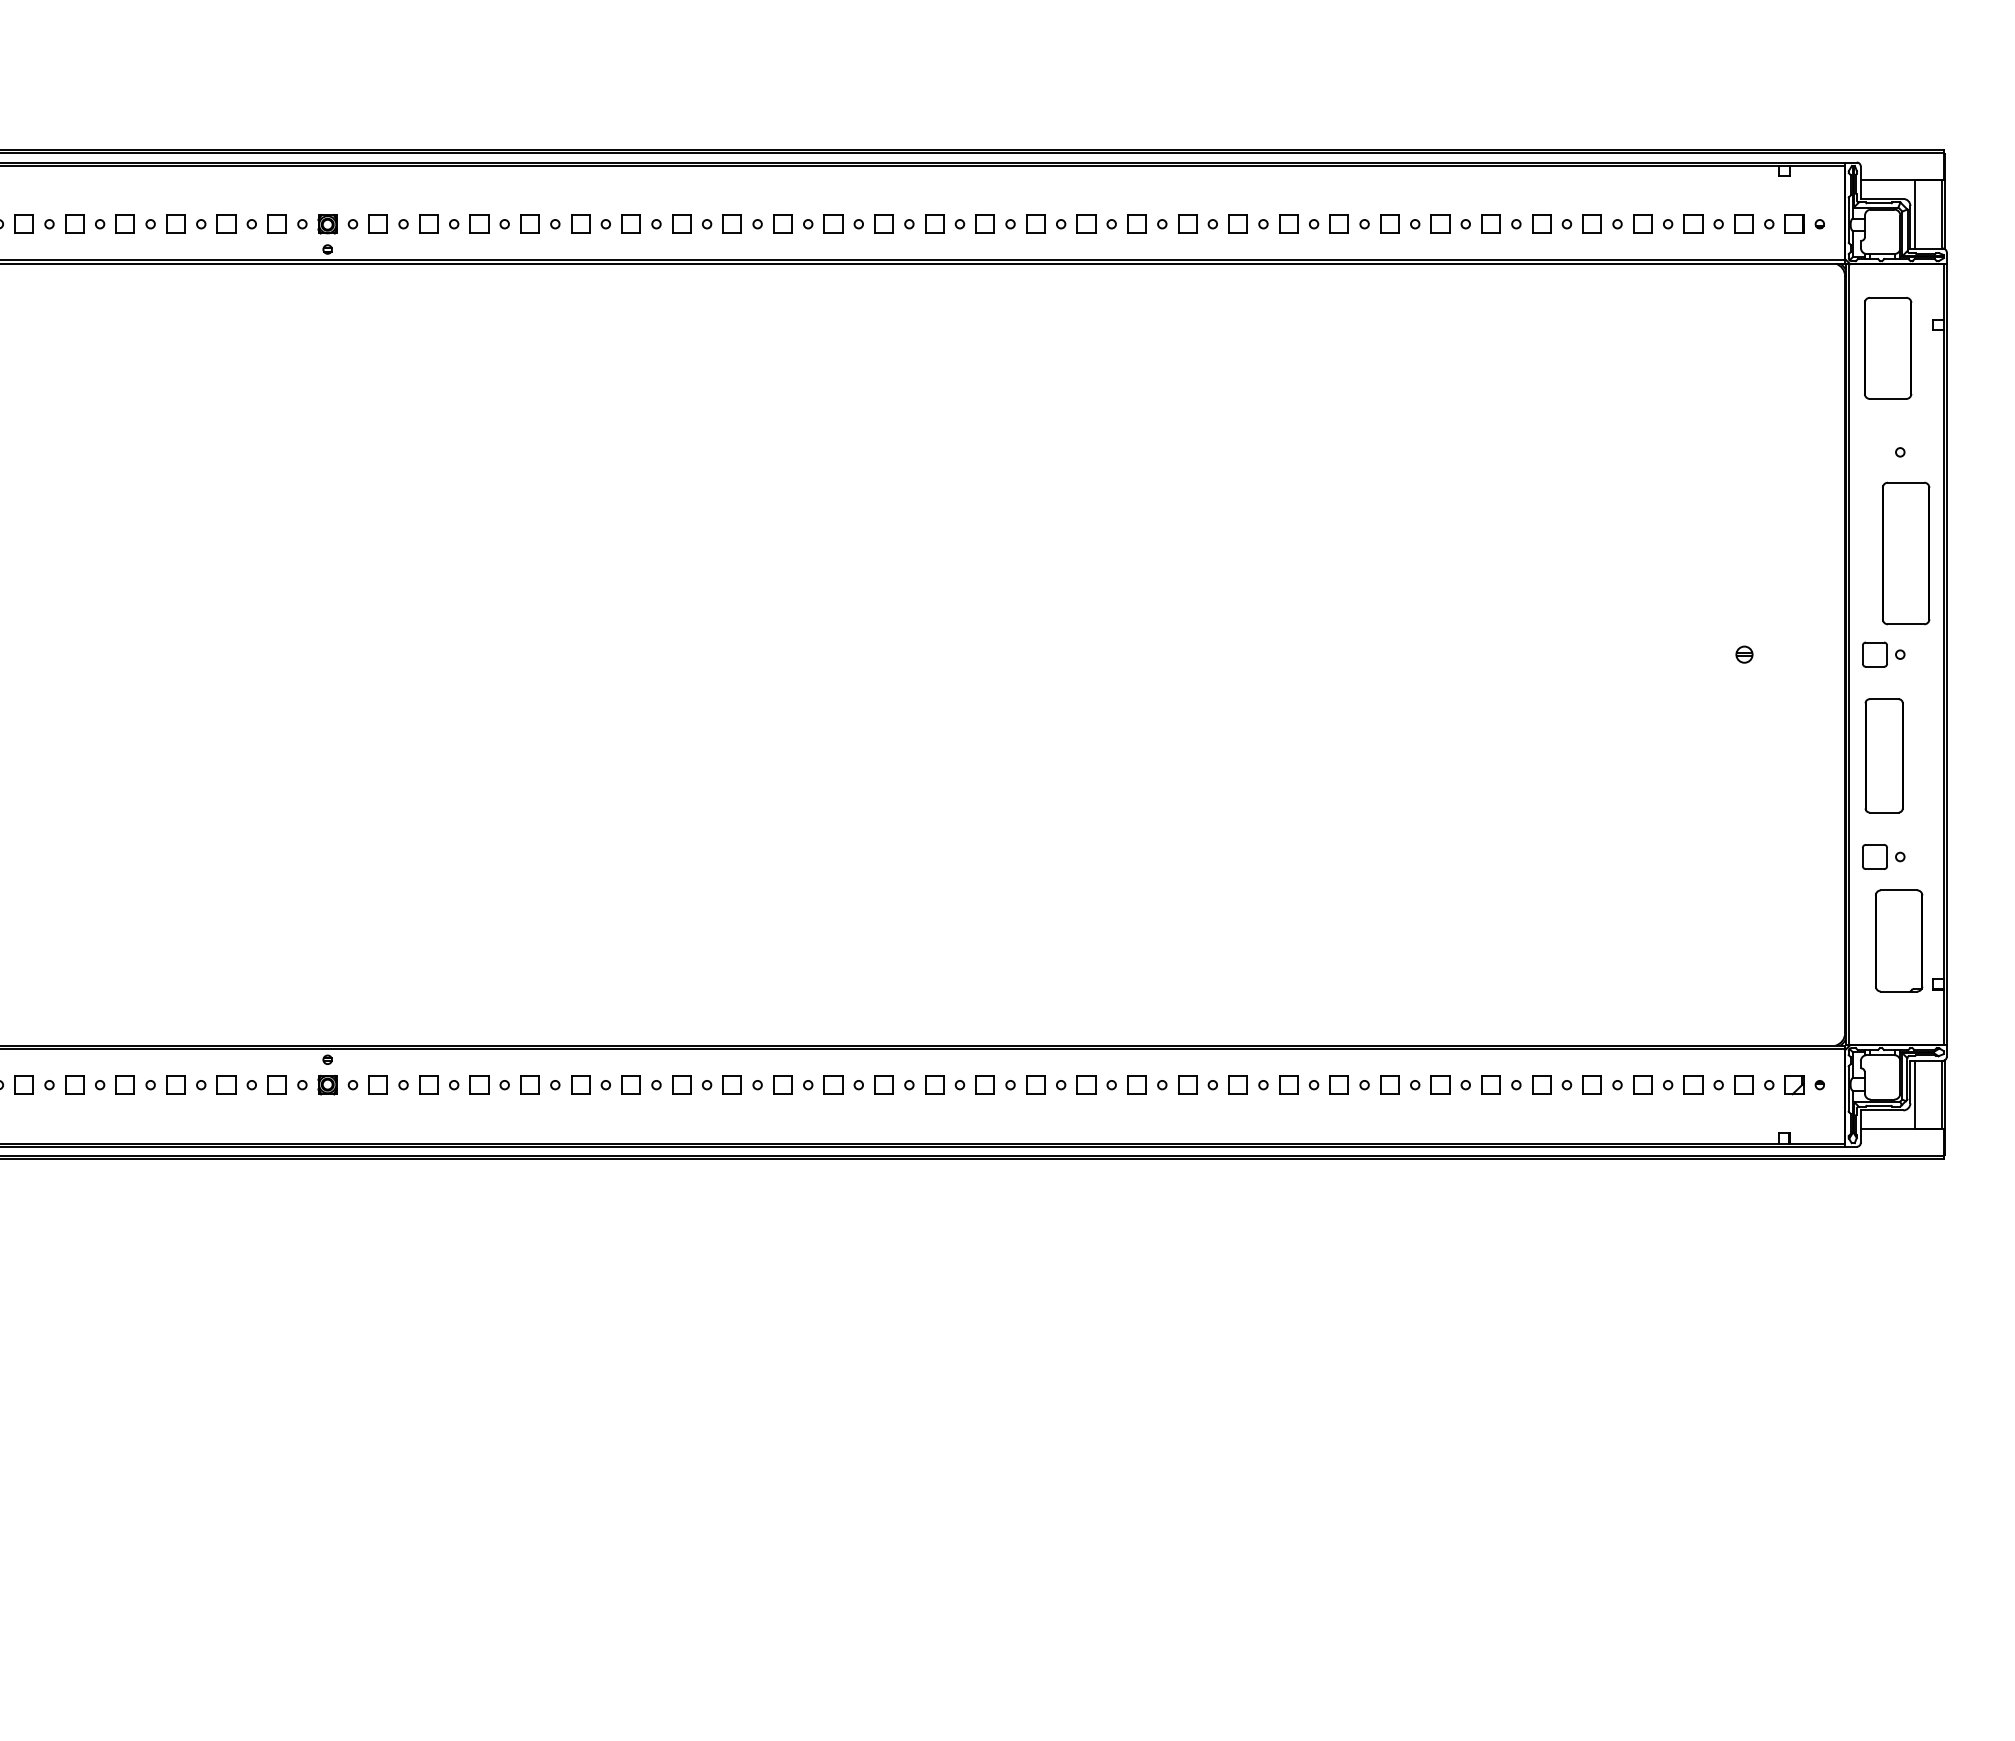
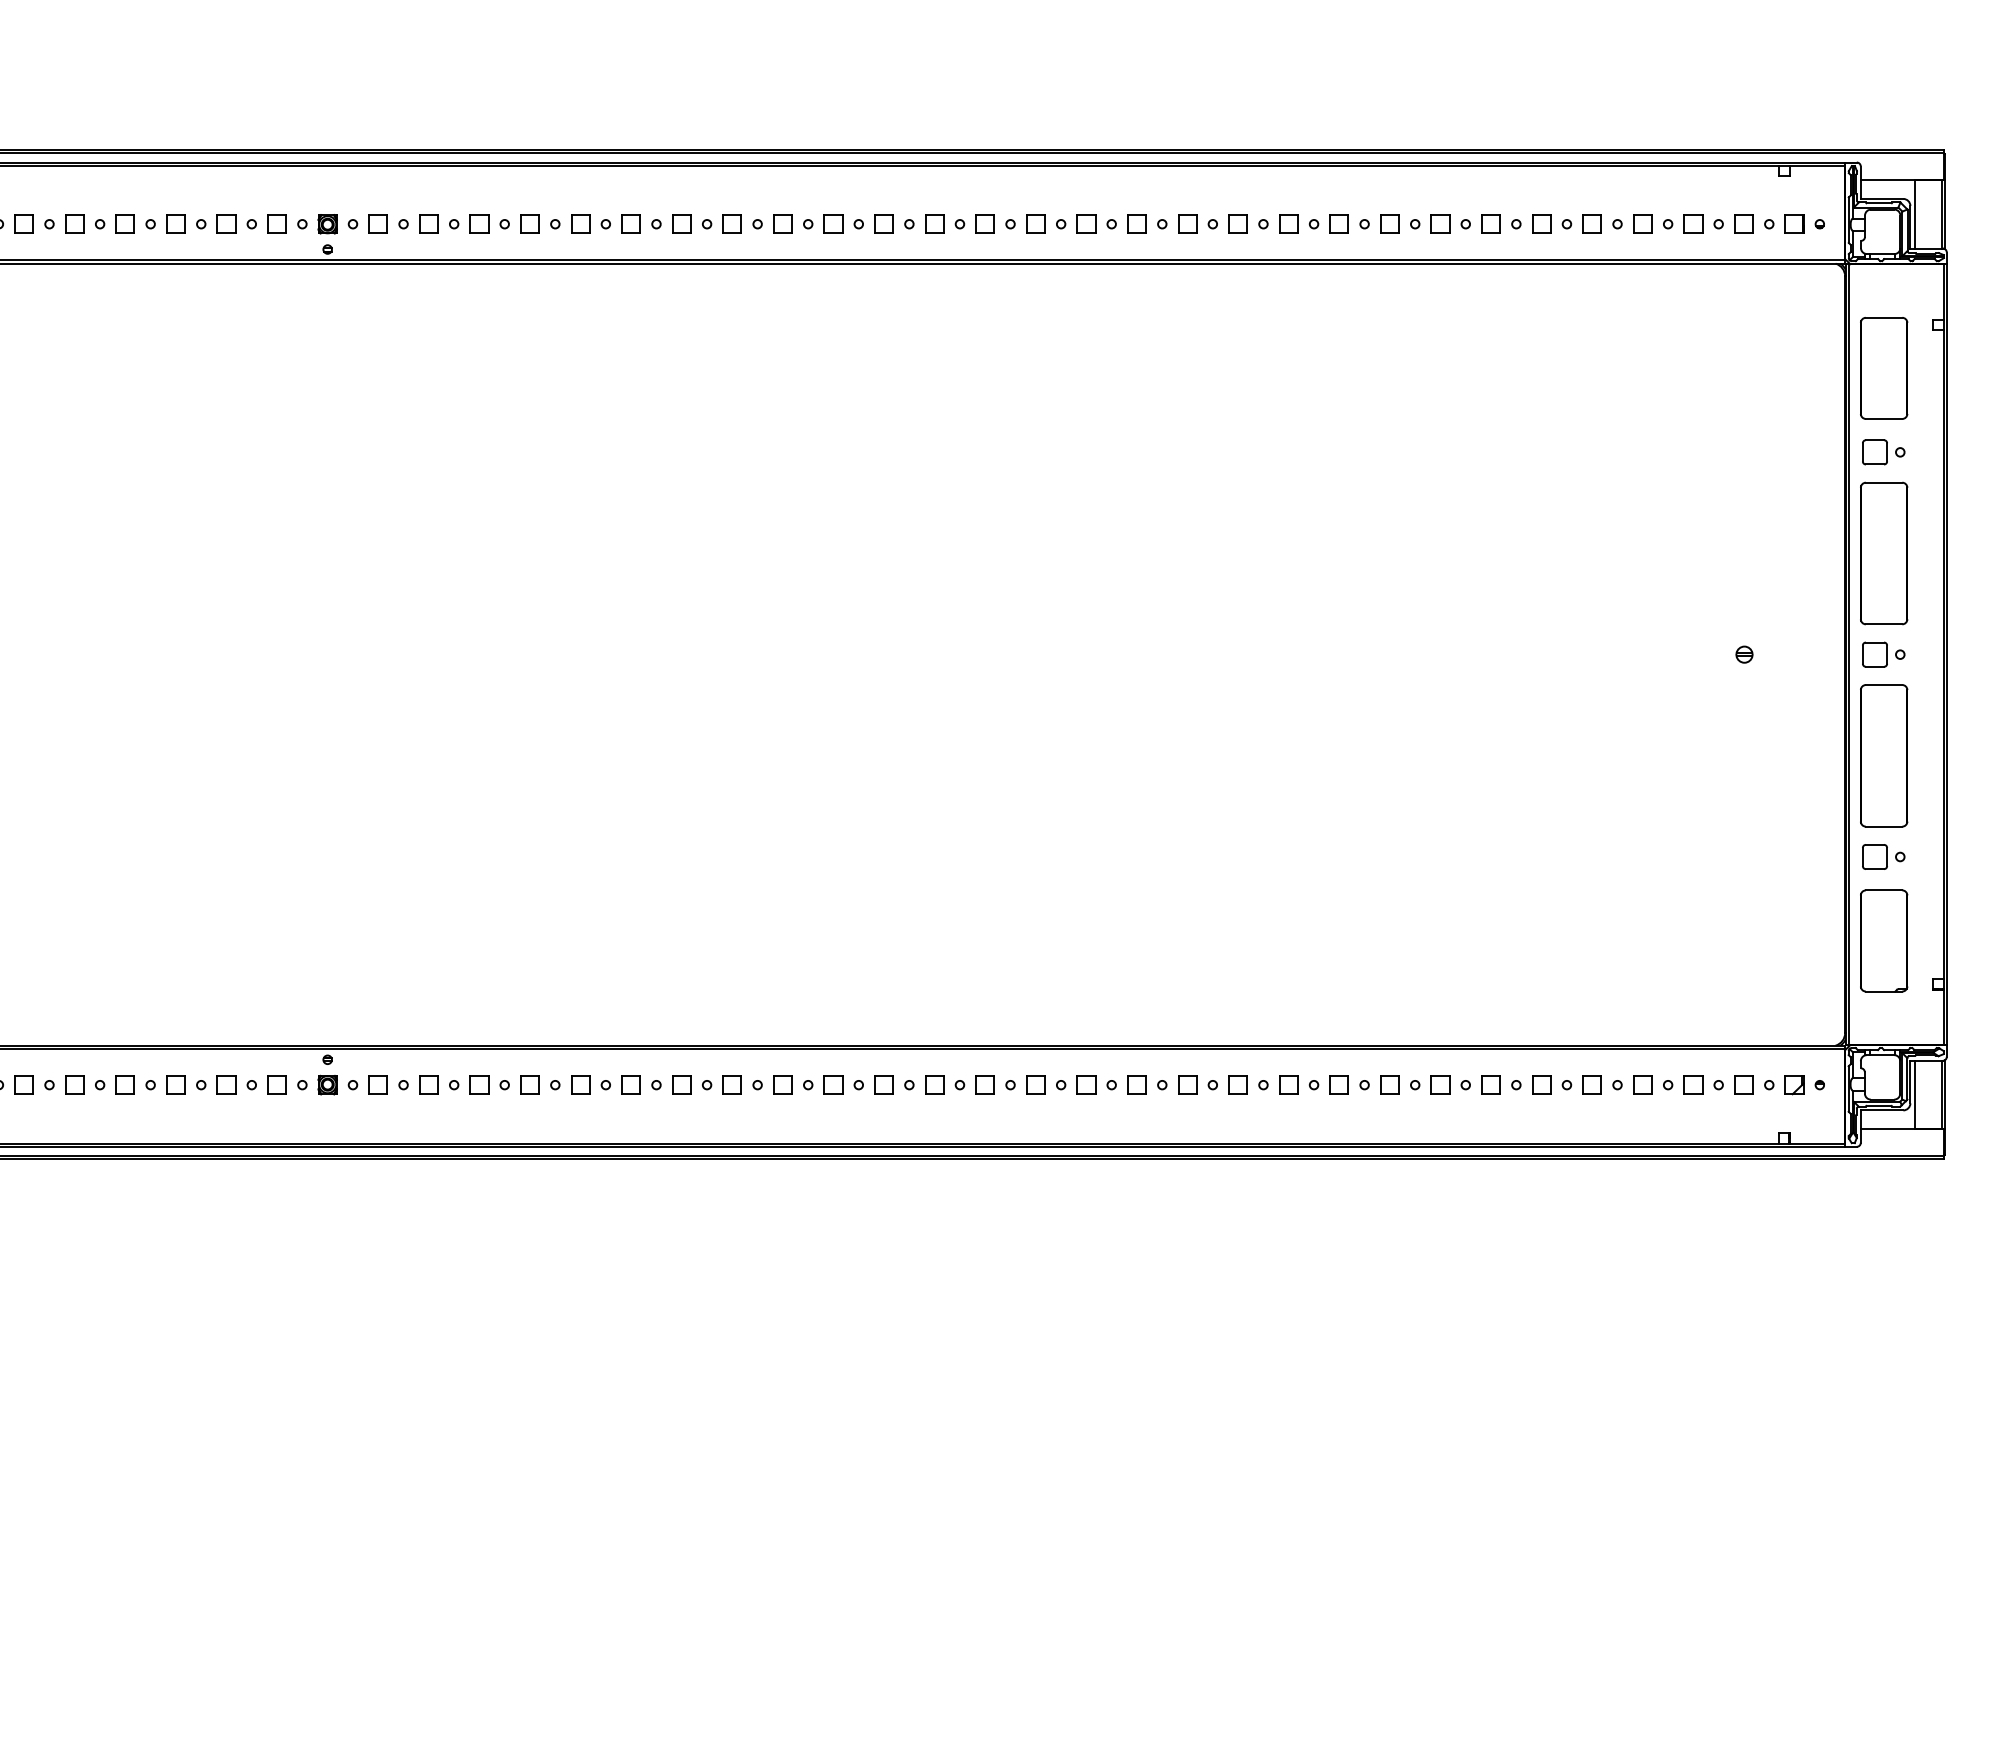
part at (1888, 348) position: (1888, 348) -> (1884, 368)
part at (1874, 452): none -> present
part at (1906, 553) position: (1906, 553) -> (1884, 553)
part at (1883, 755) size: 40x116 px -> 49x144 px
part at (1899, 940) position: (1899, 940) -> (1884, 940)
